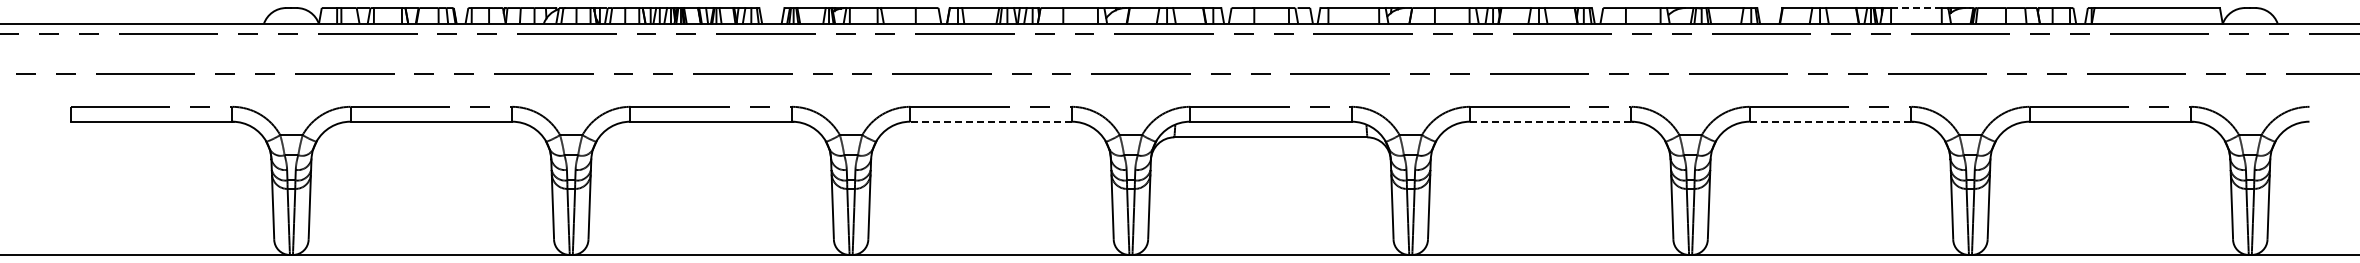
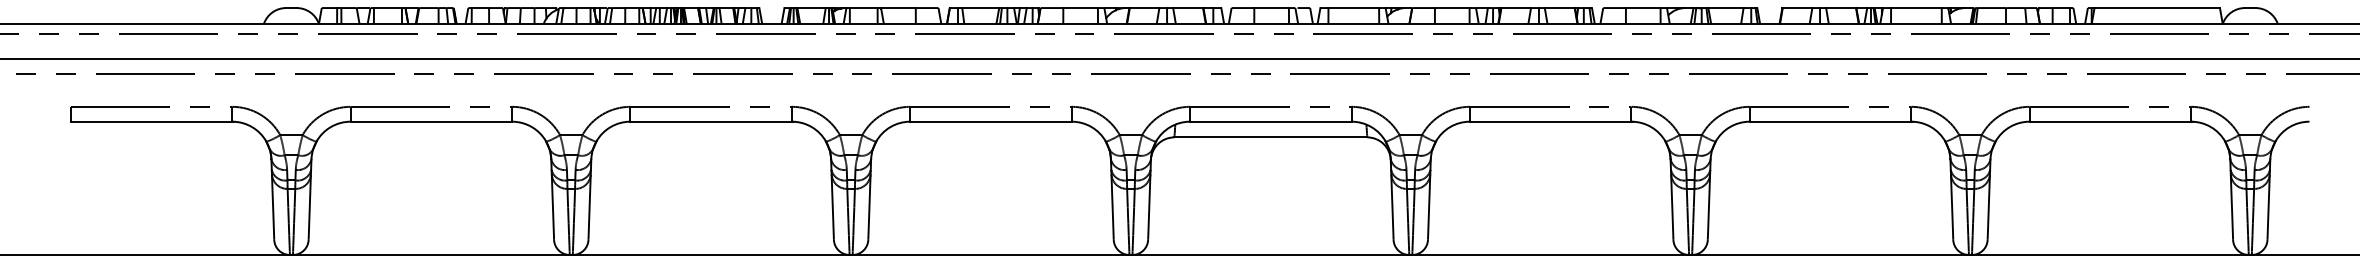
line at (1915, 8): dashed -> solid
line at (1179, 58): none -> present
line at (991, 121): dashed -> solid
line at (1550, 121): dashed -> solid
line at (1830, 121): dashed -> solid
